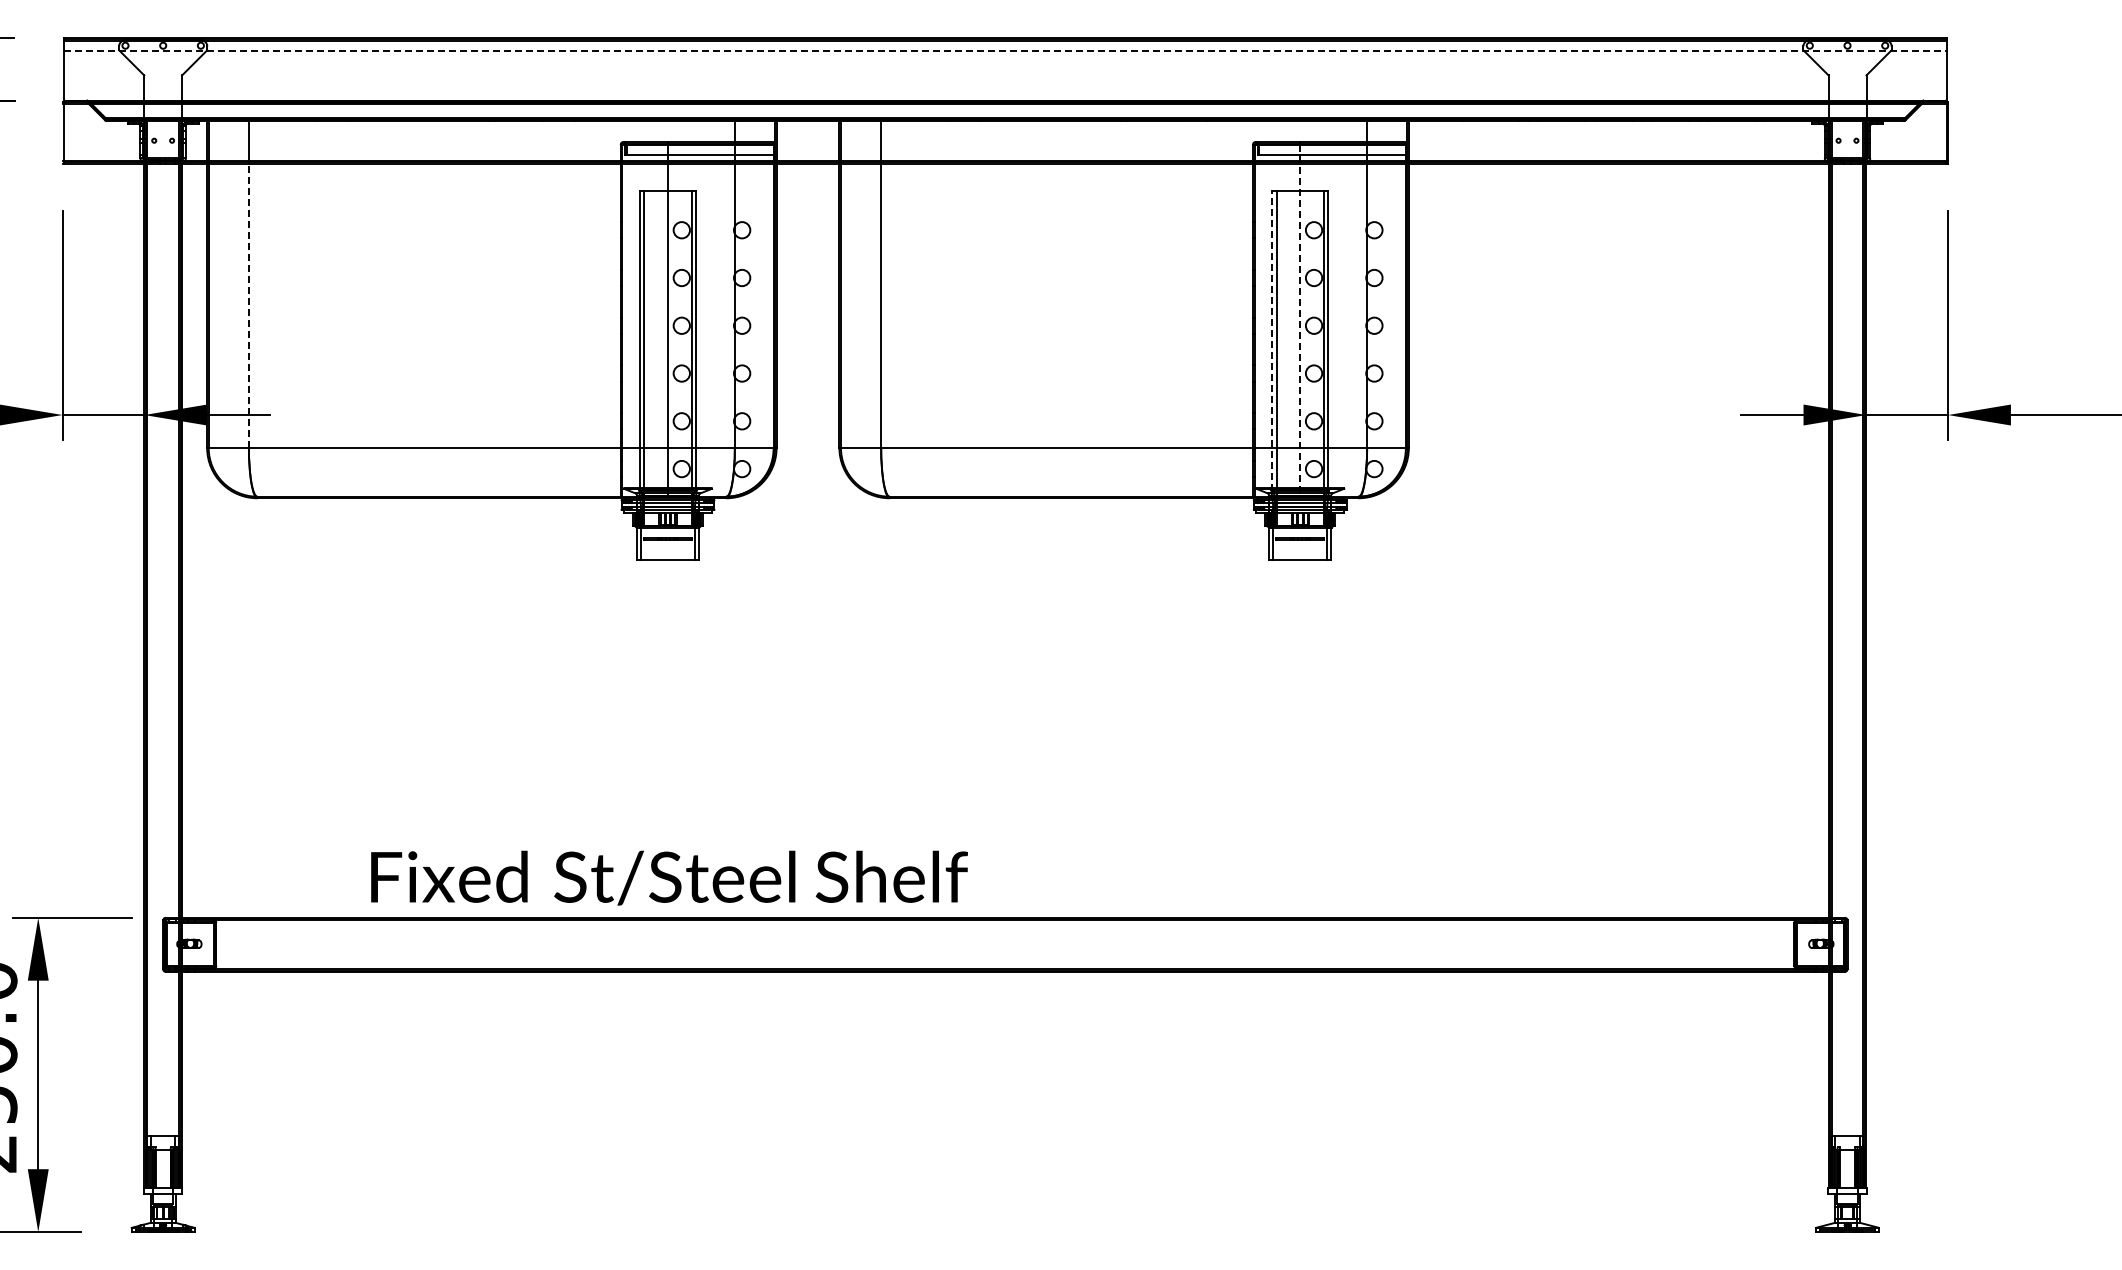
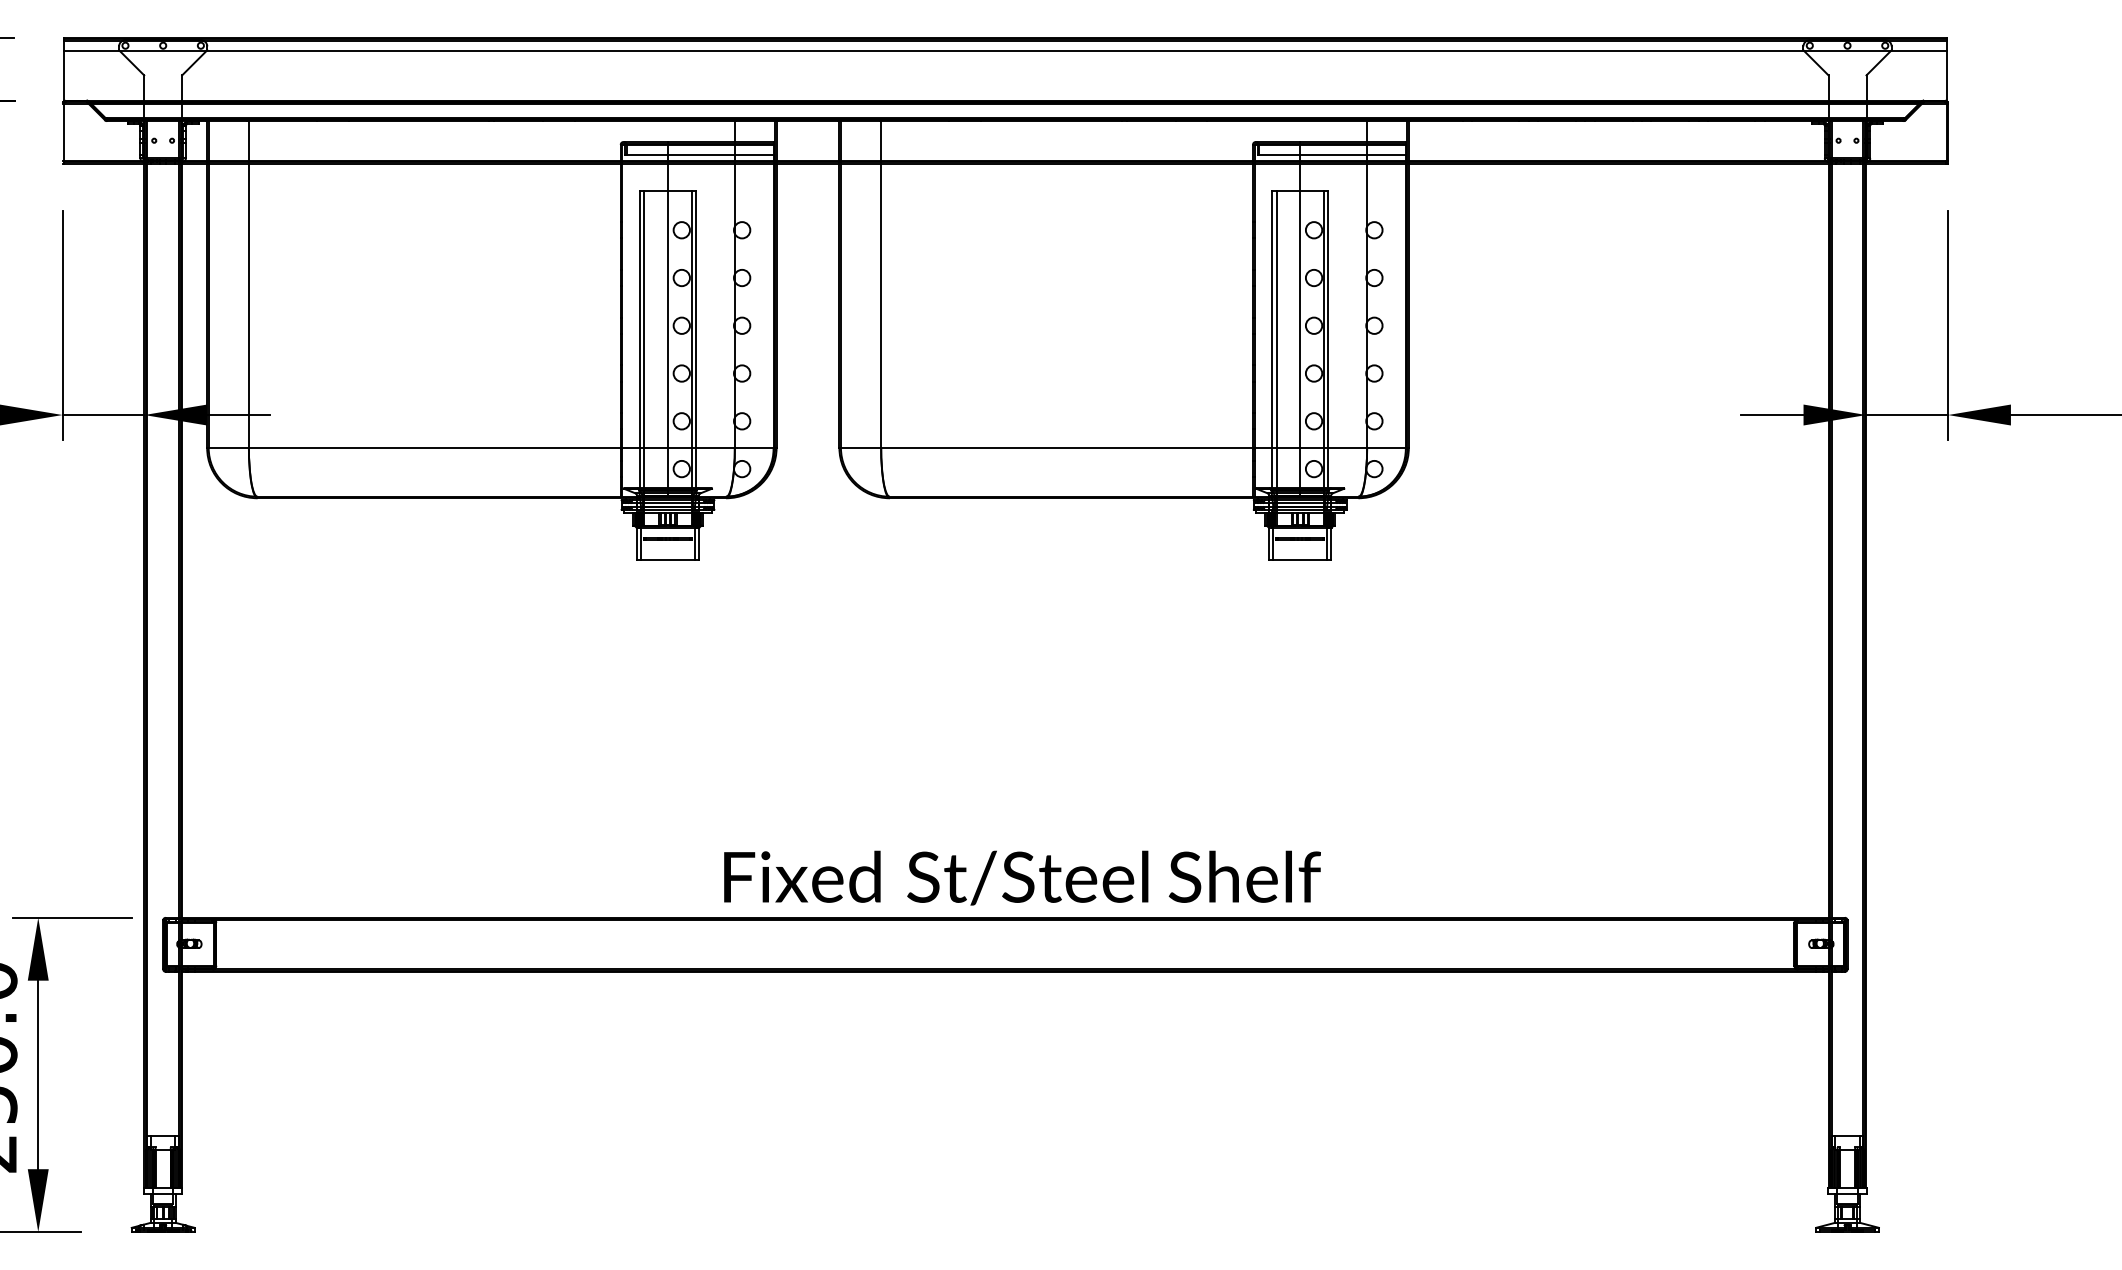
line at (1005, 50): dashed -> solid
line at (248, 305): dashed -> solid
line at (1300, 320): dashed -> solid
line at (1272, 340): dashed -> solid
text at (669, 877) position: (669, 877) -> (1022, 877)
